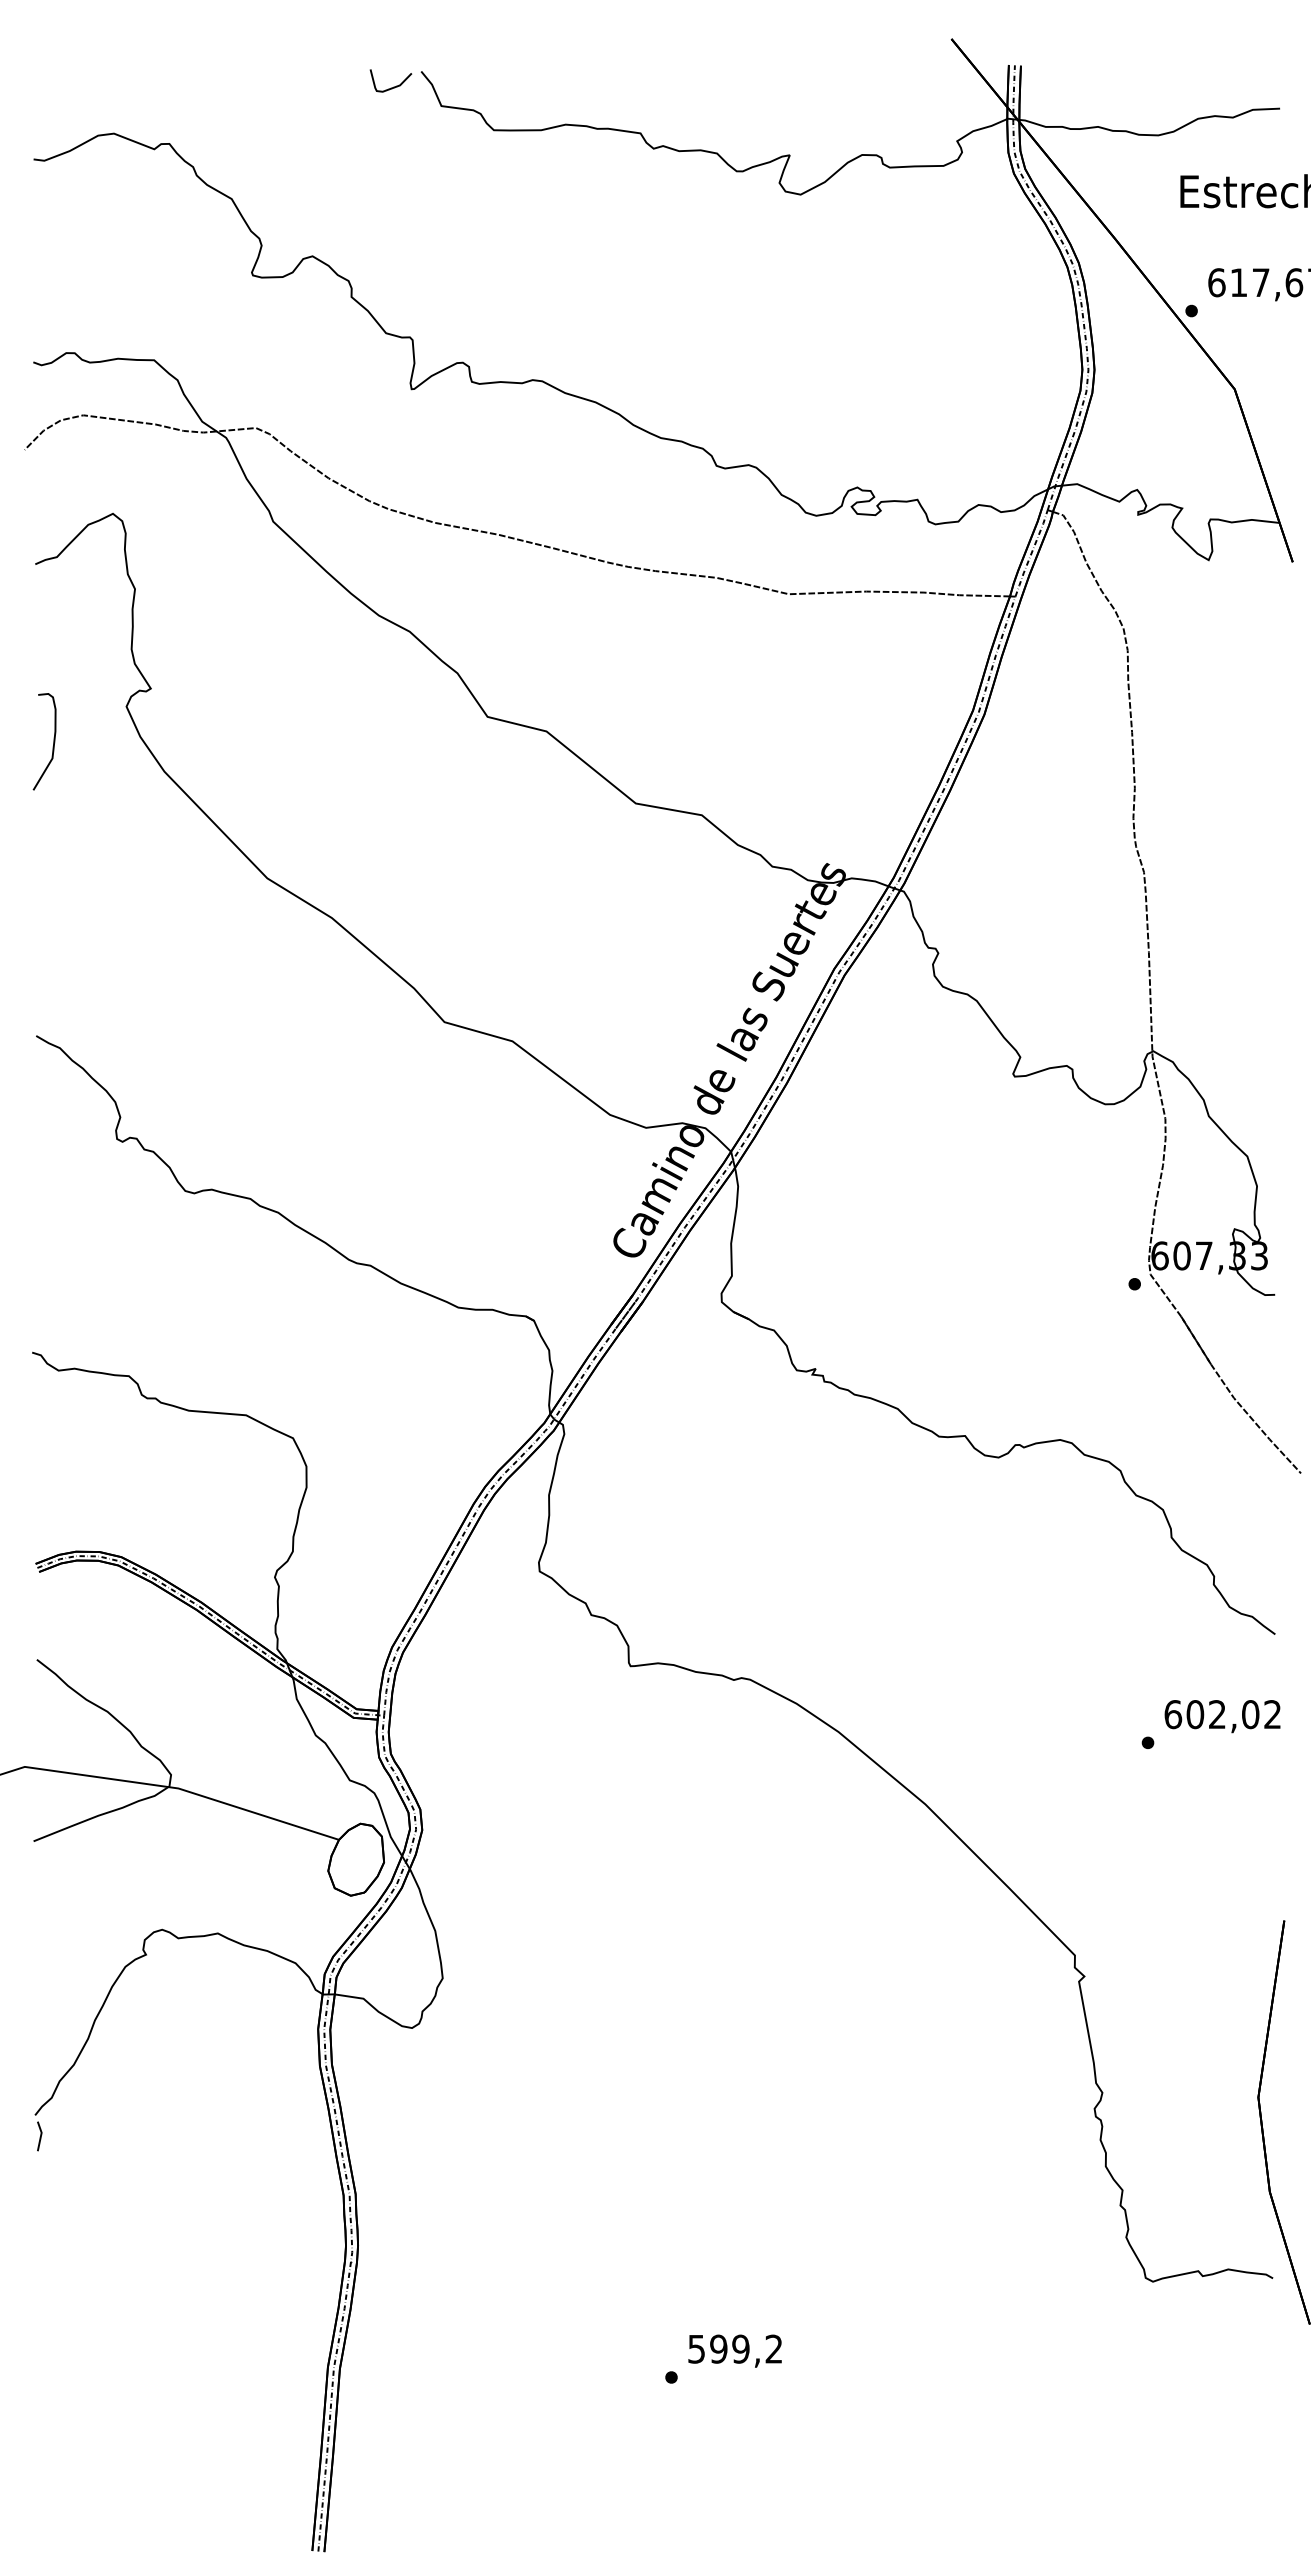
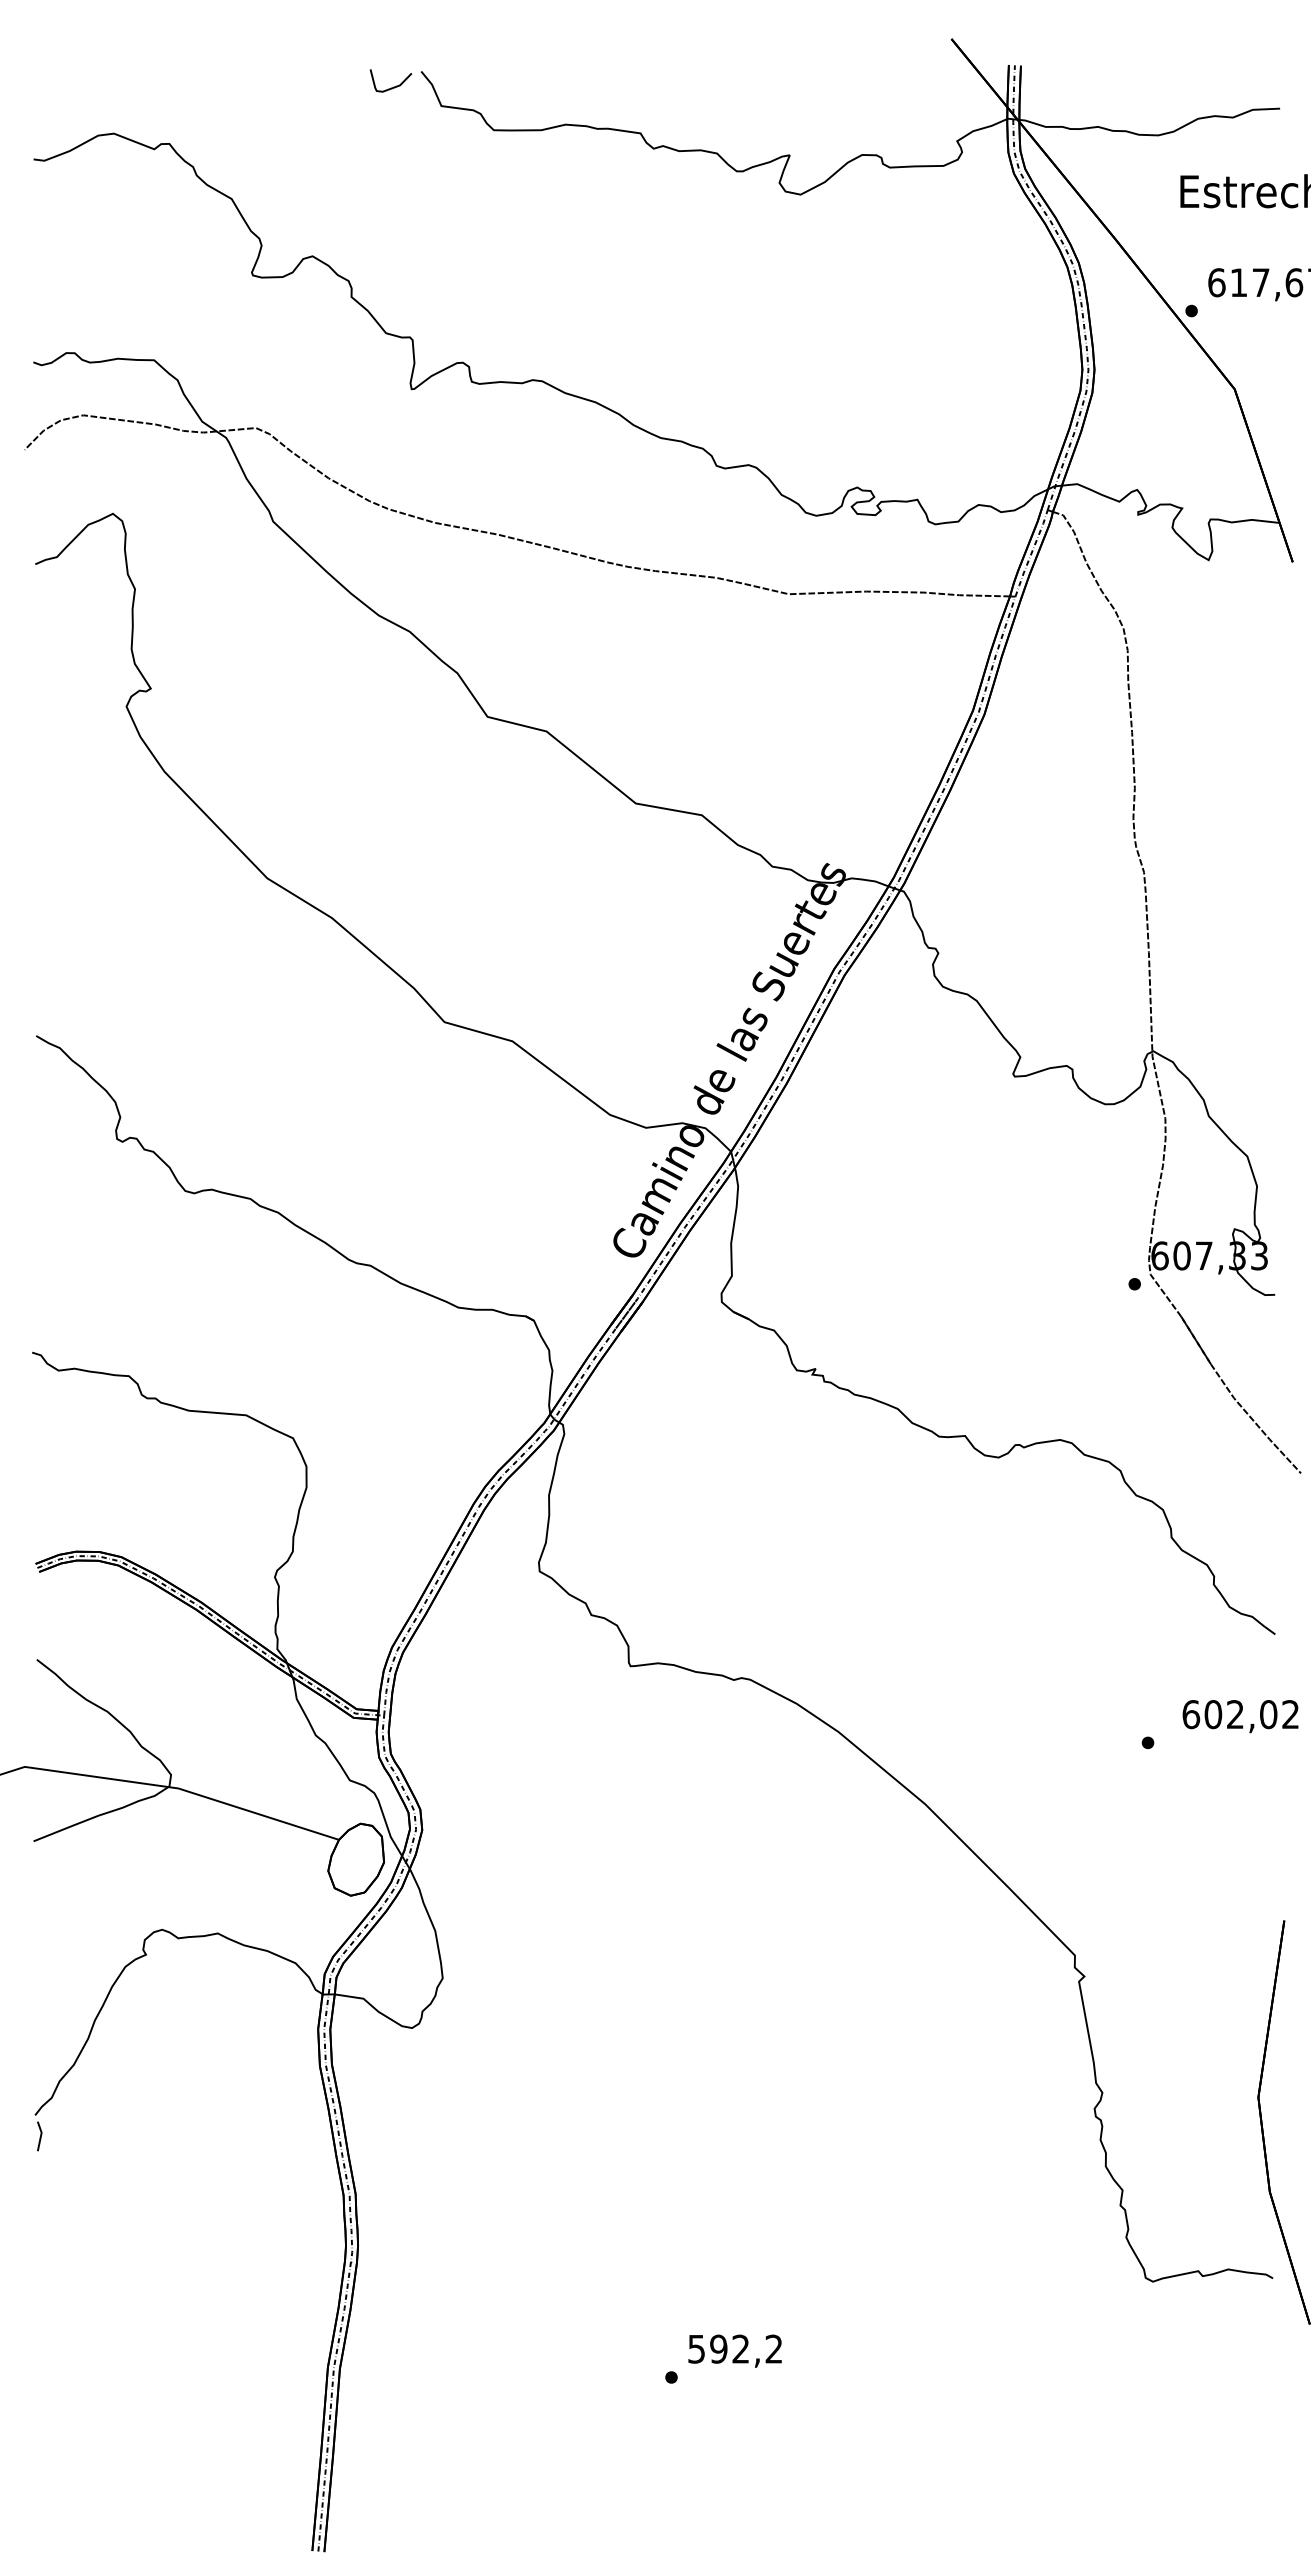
curve at (53, 741): present -> none
text at (1222, 1716) position: (1222, 1716) -> (1240, 1716)
text at (740, 2348): 599,2 -> 592,2
